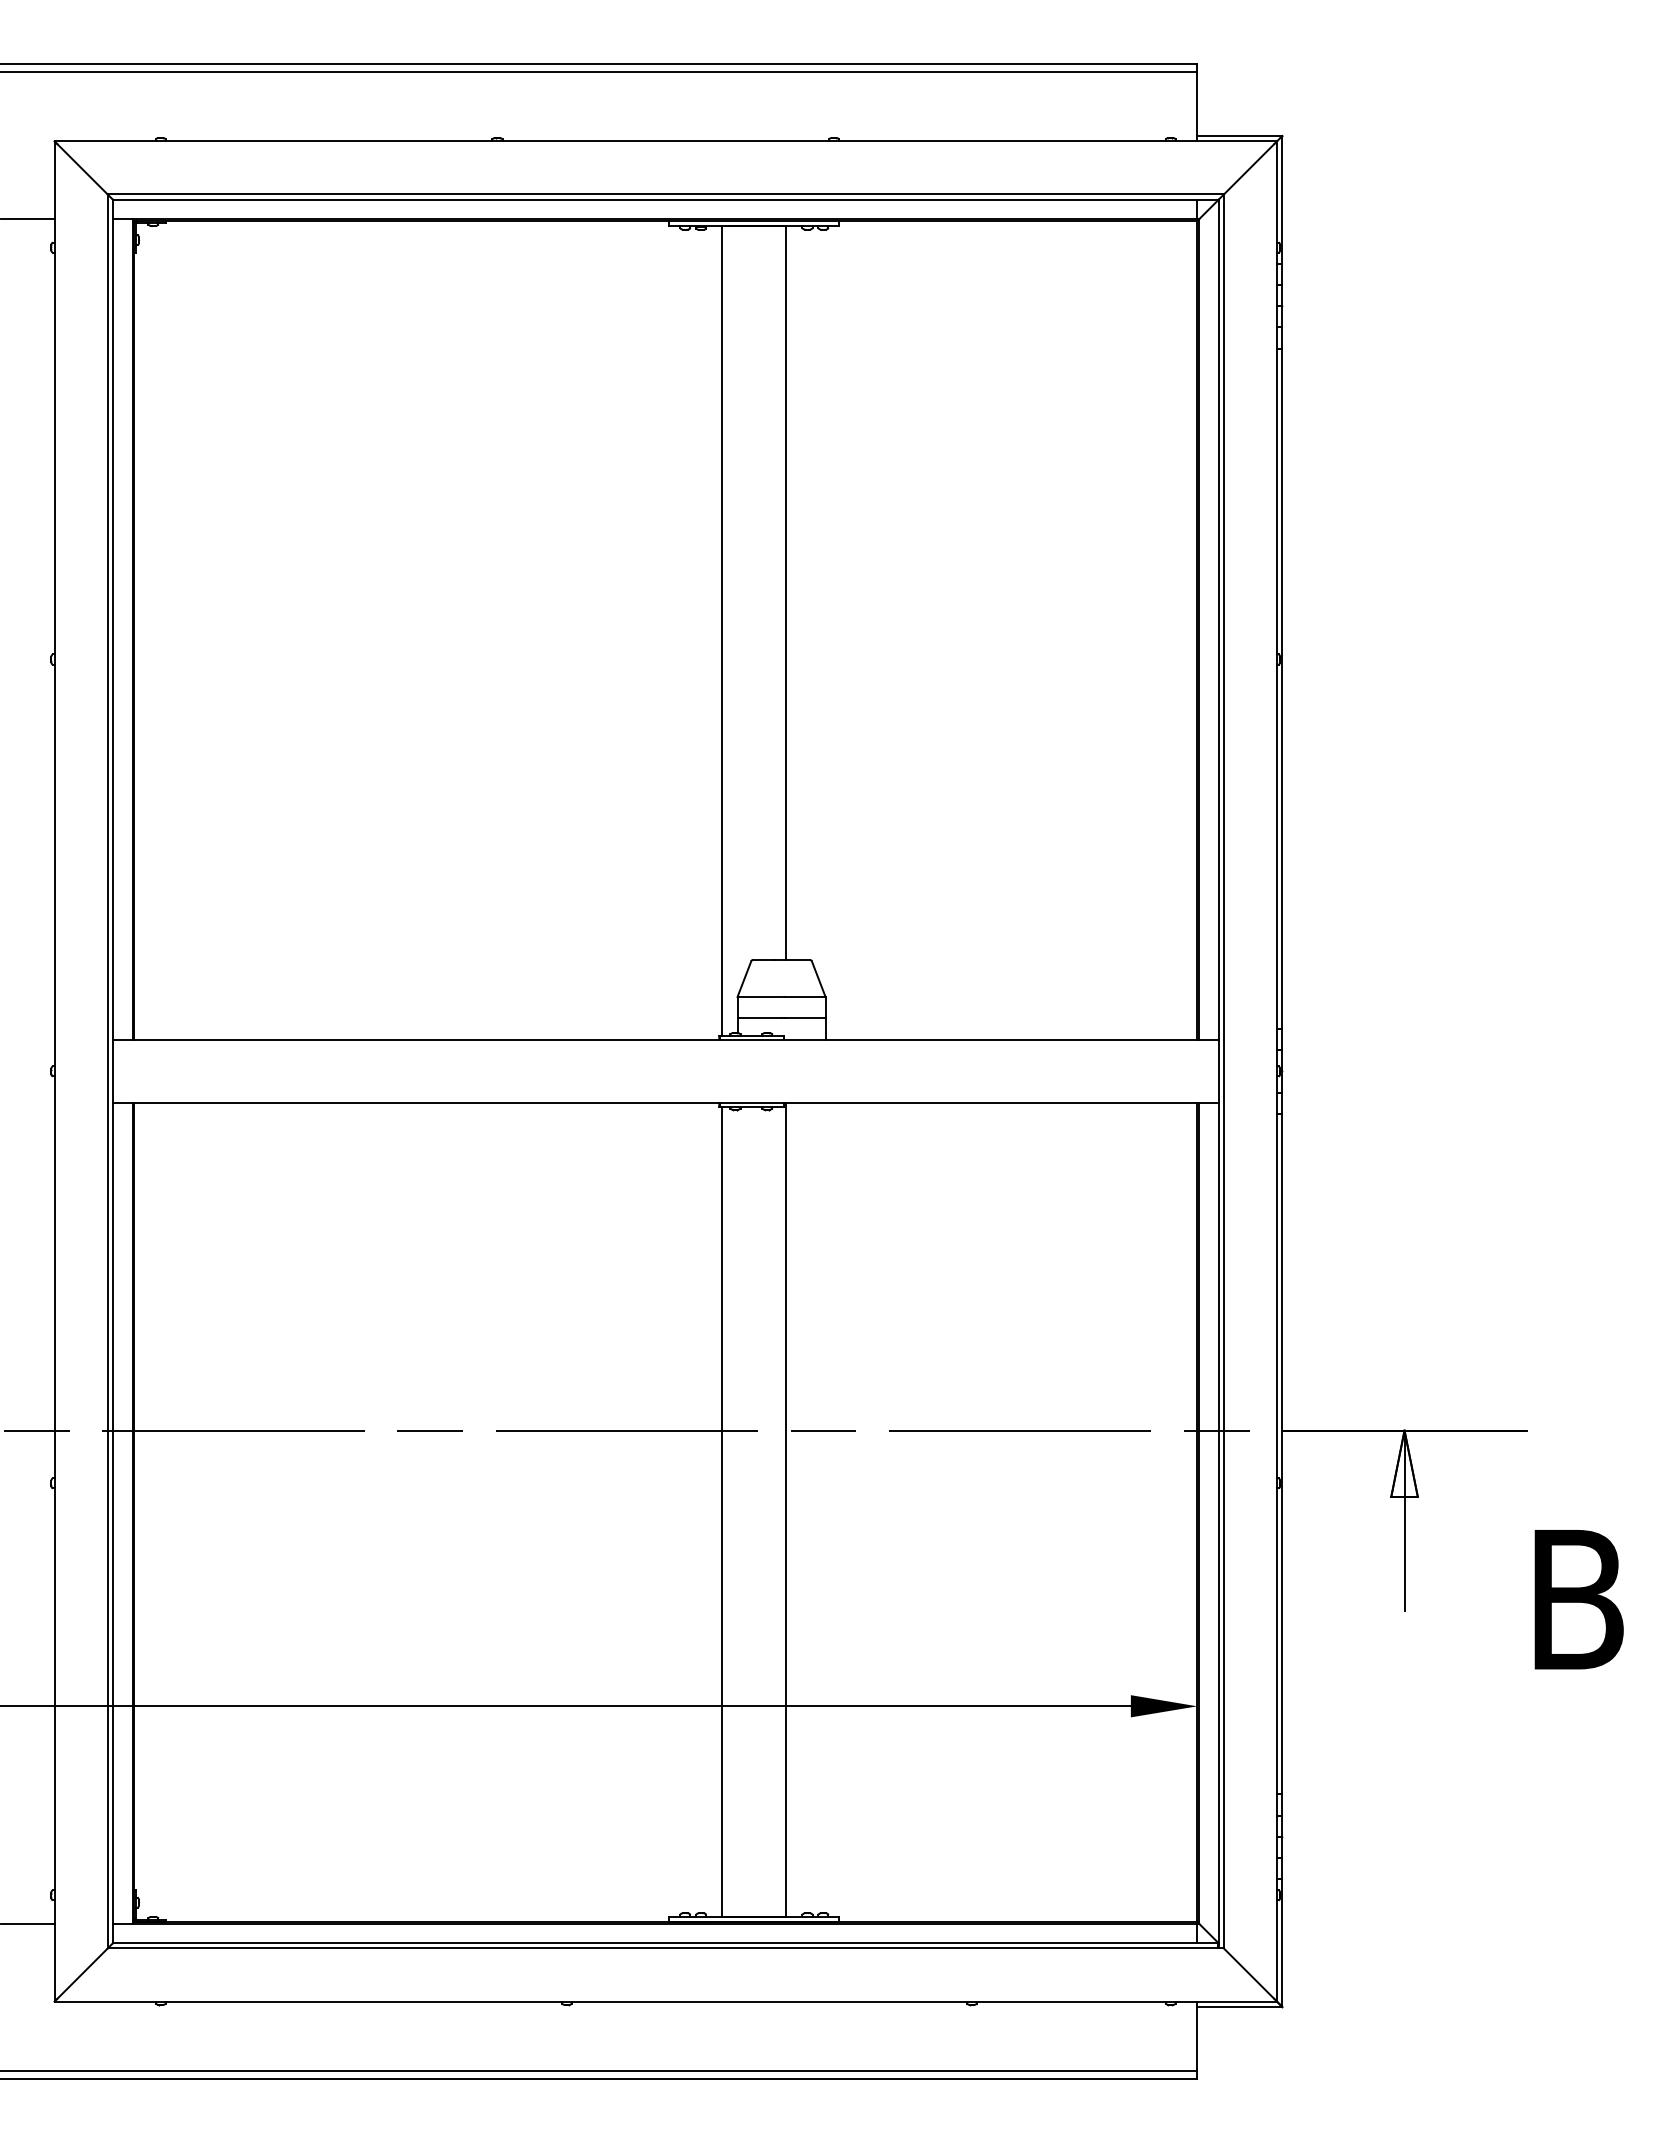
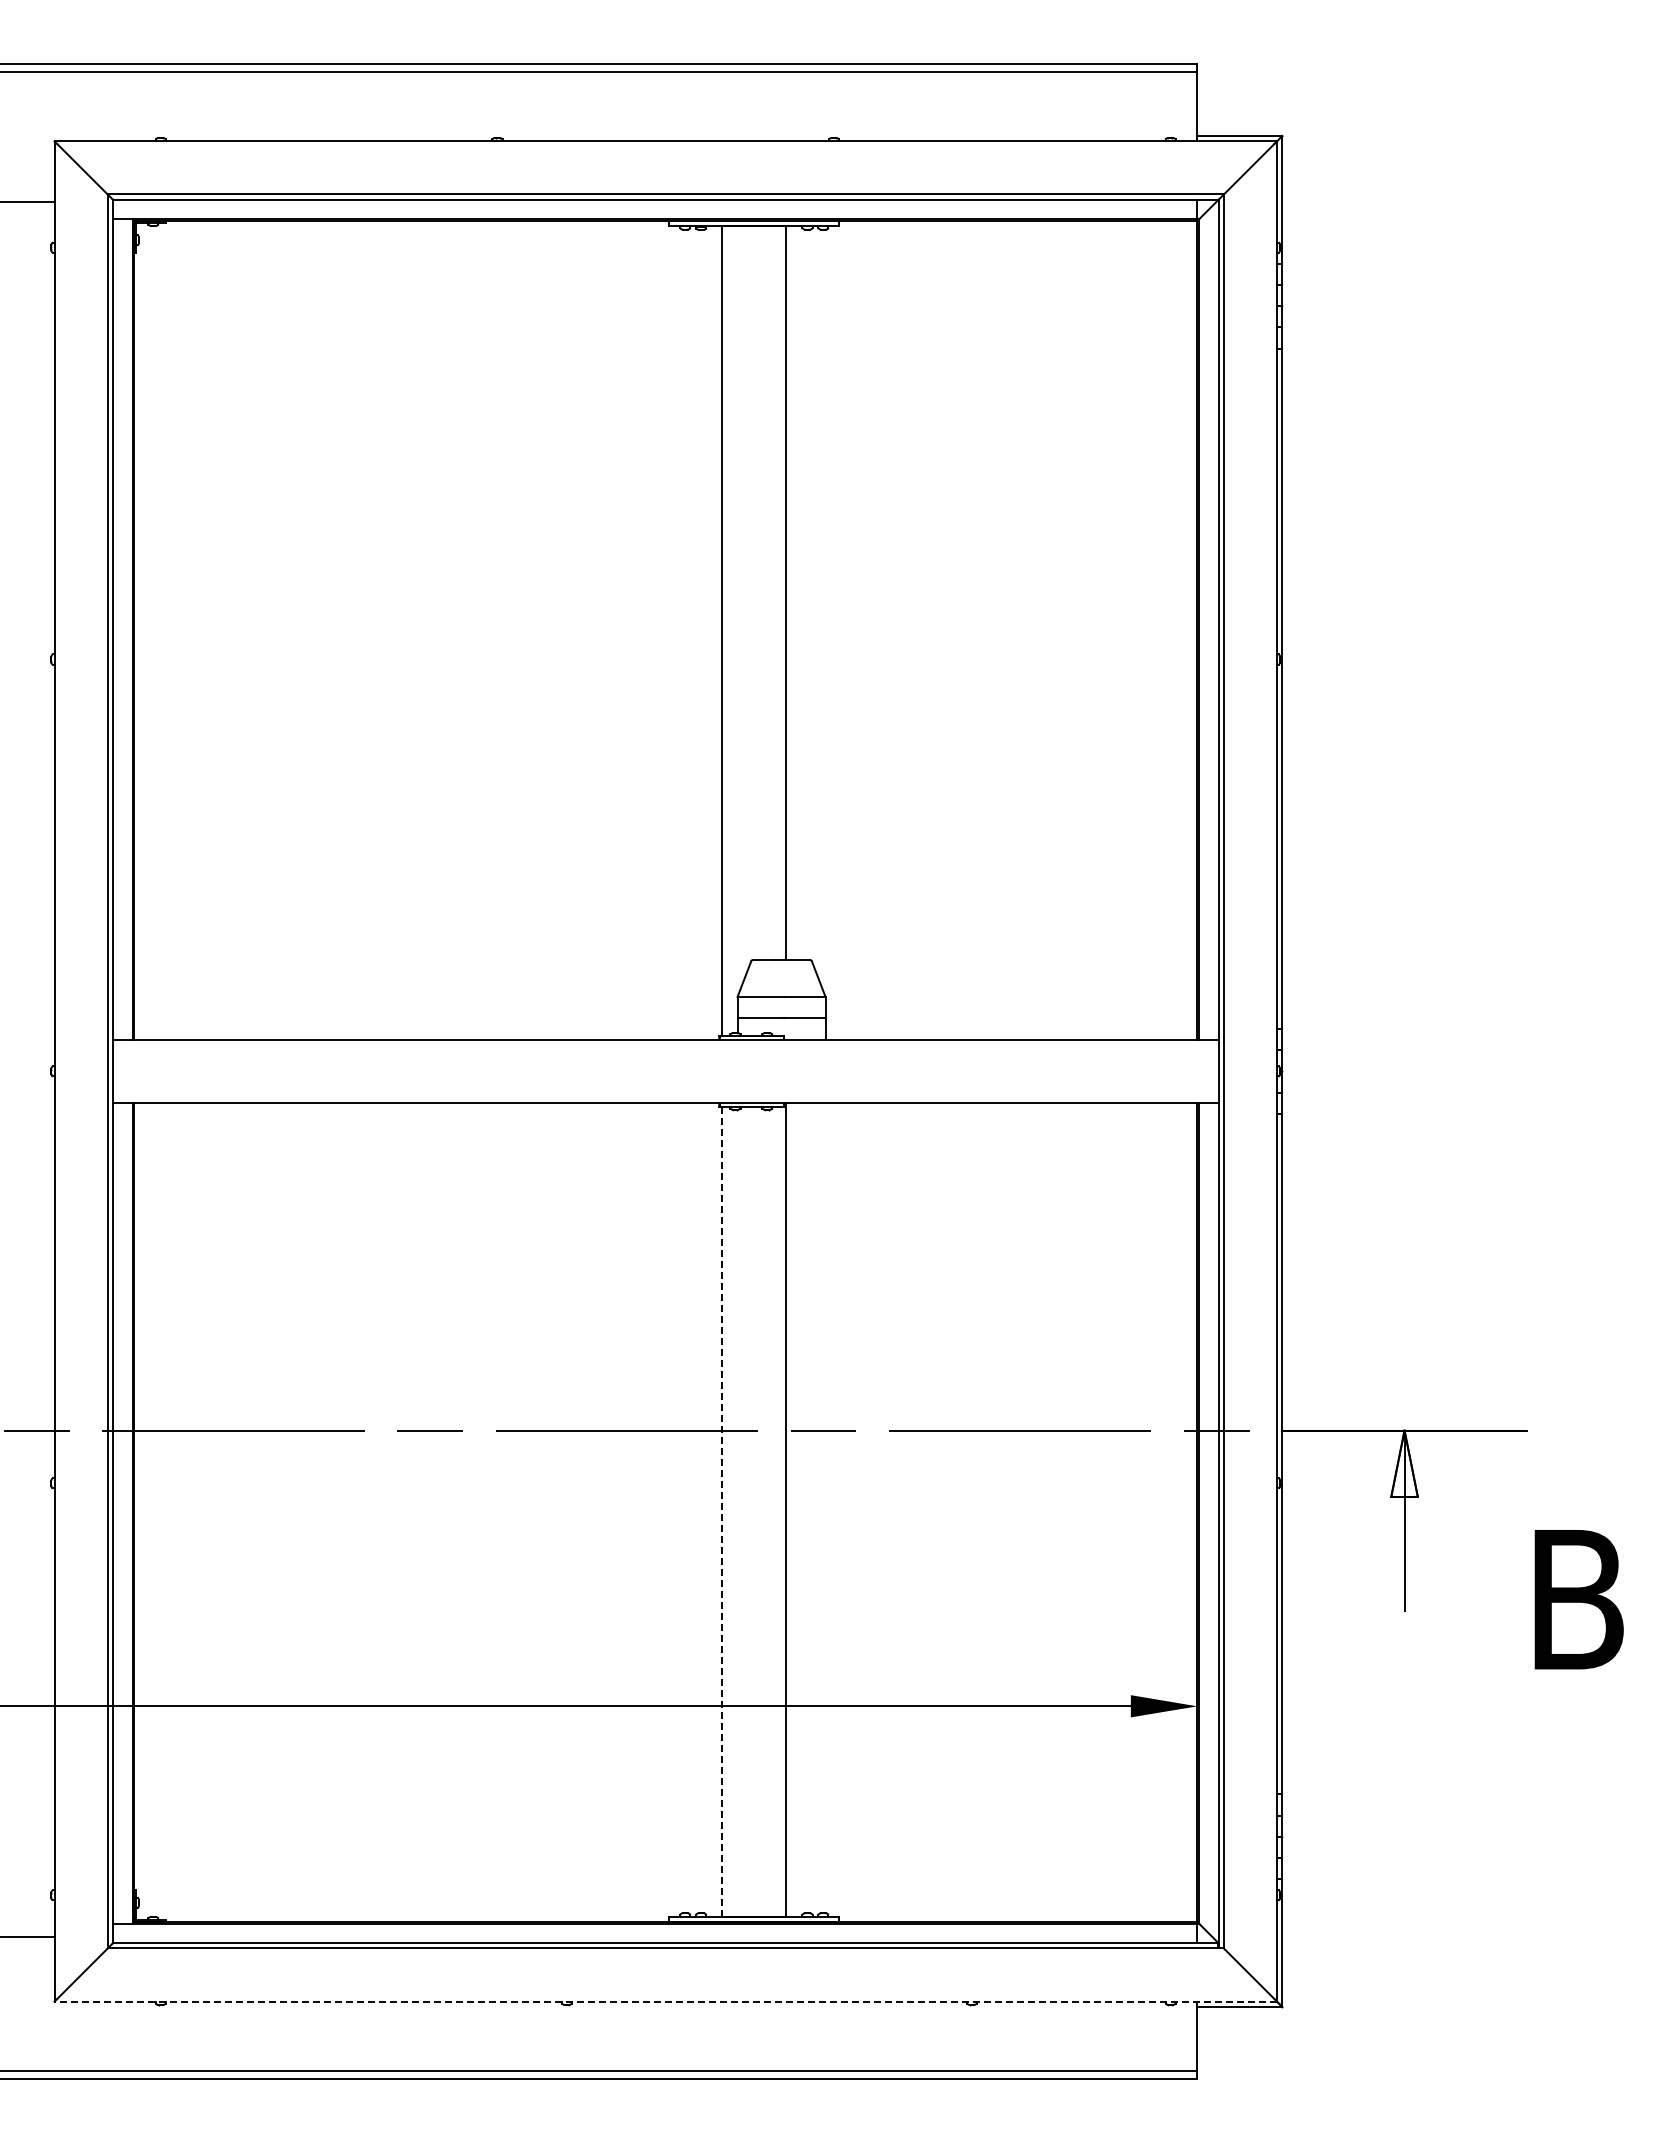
line at (28, 219) position: (28, 219) -> (28, 202)
line at (722, 1511): solid -> dashed
line at (28, 1923) position: (28, 1923) -> (28, 1936)
line at (665, 2001): solid -> dashed
